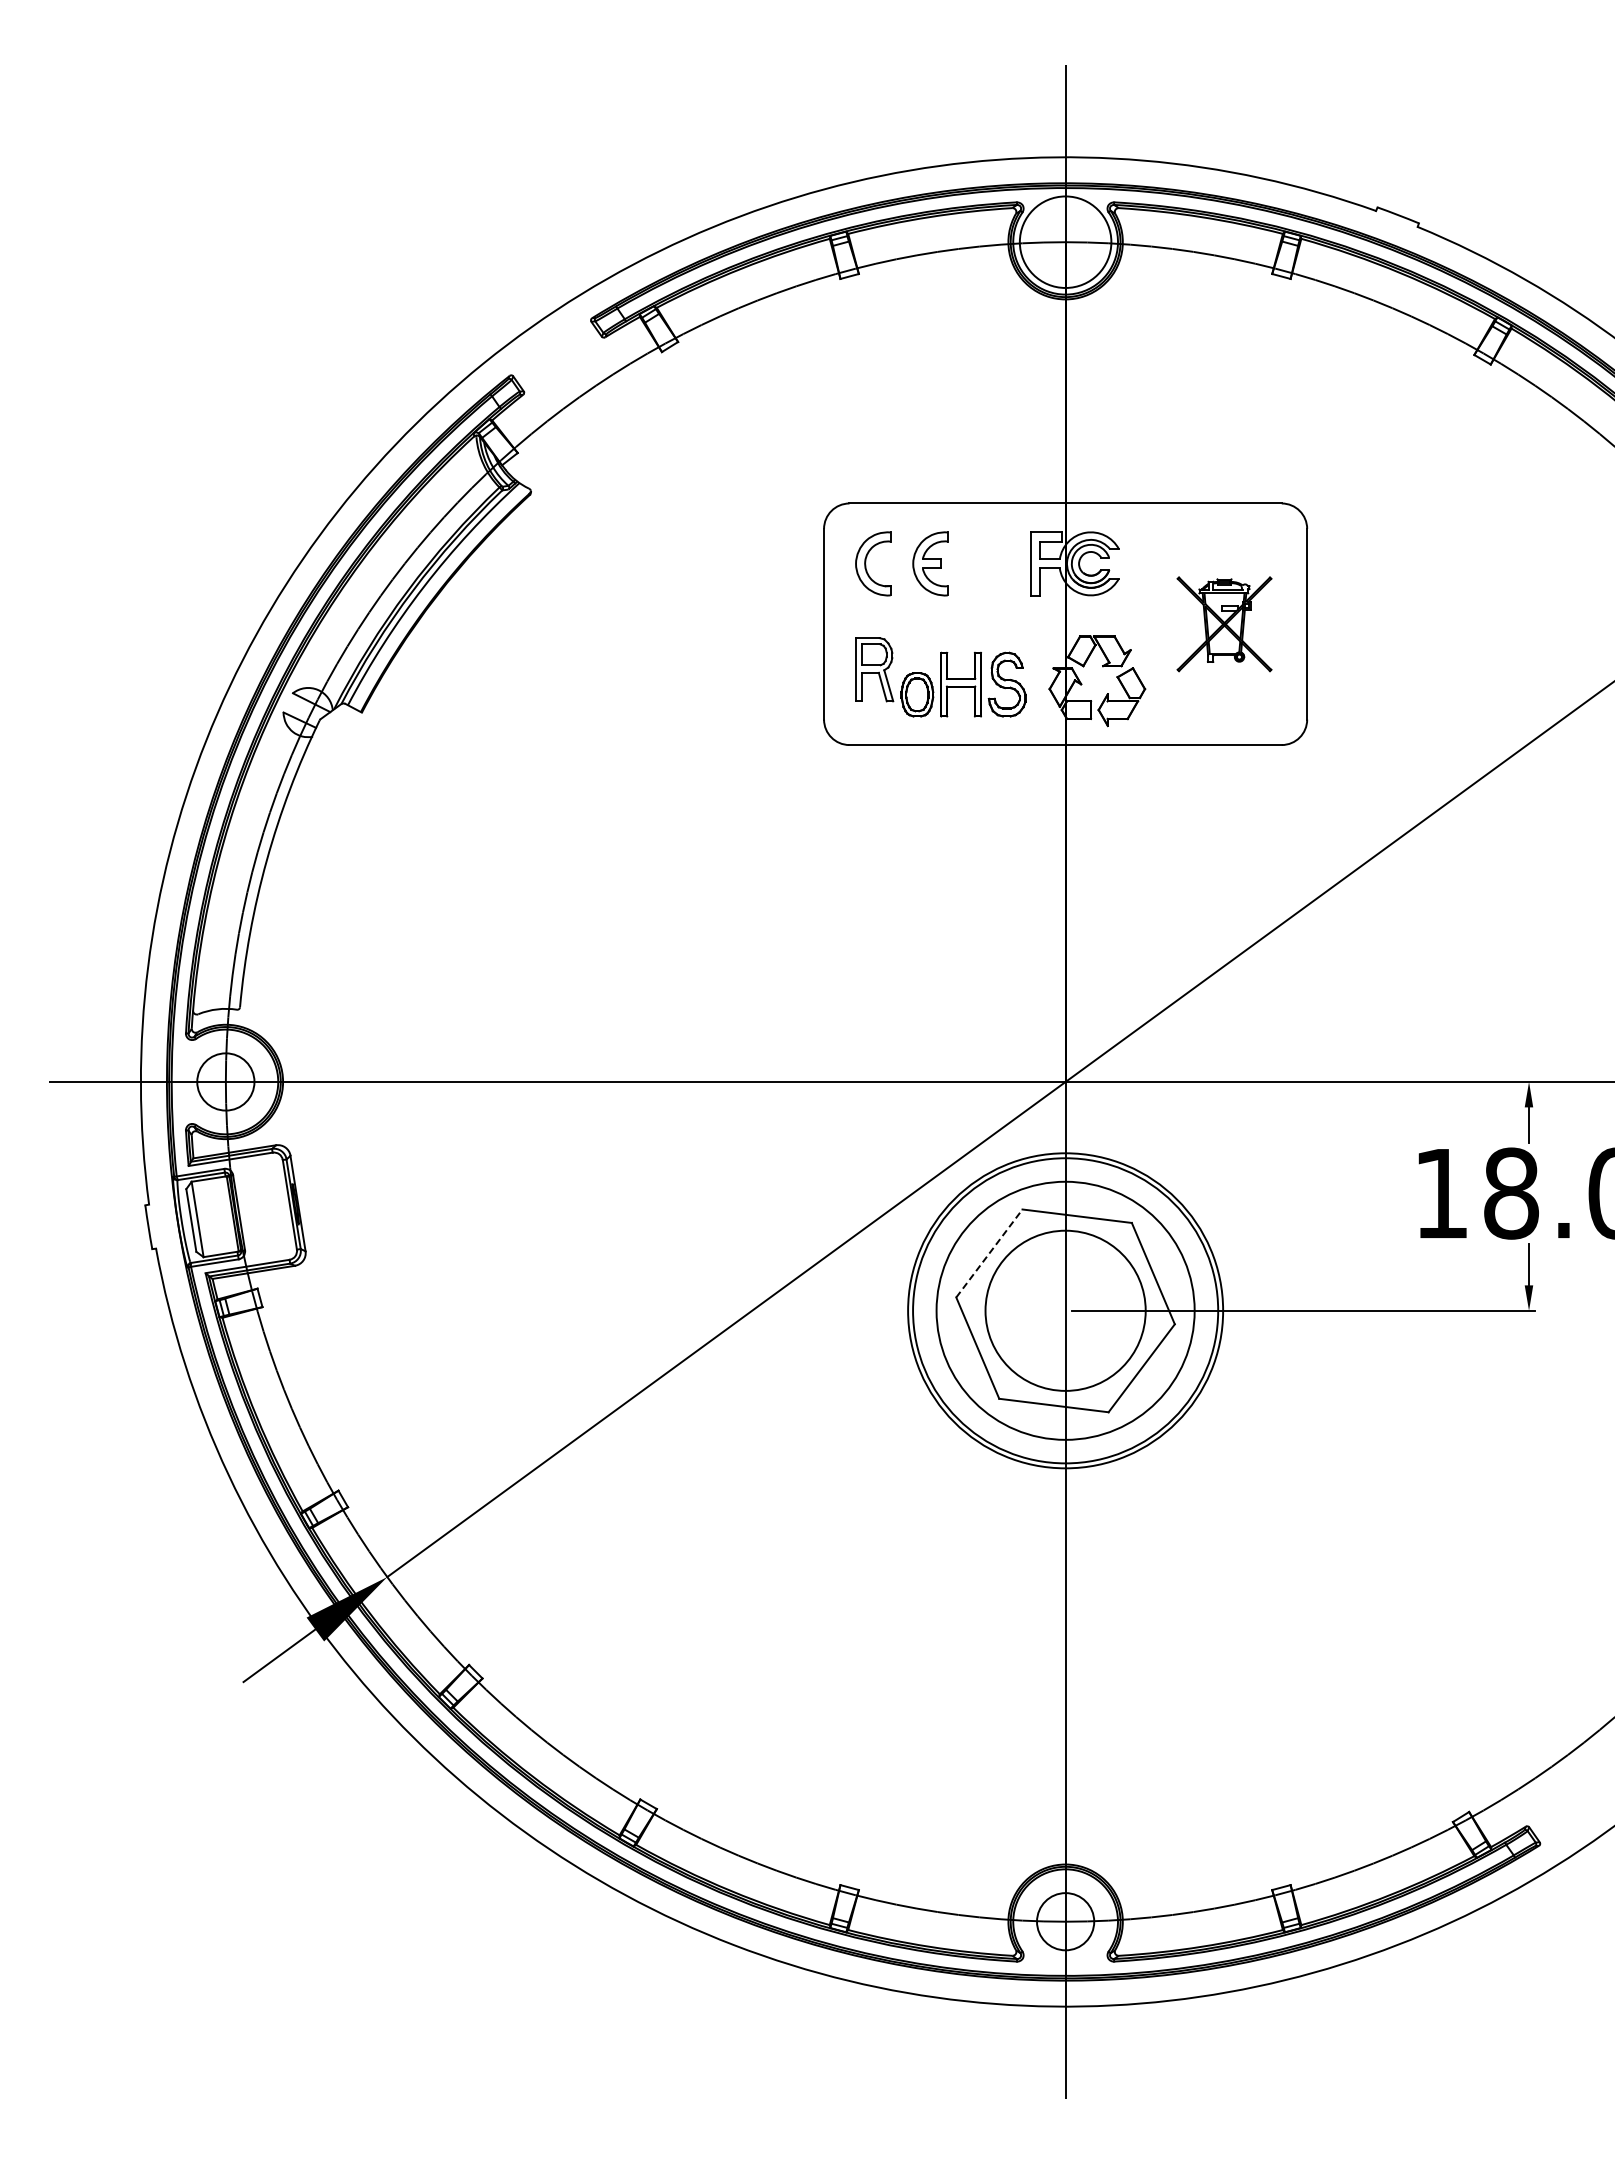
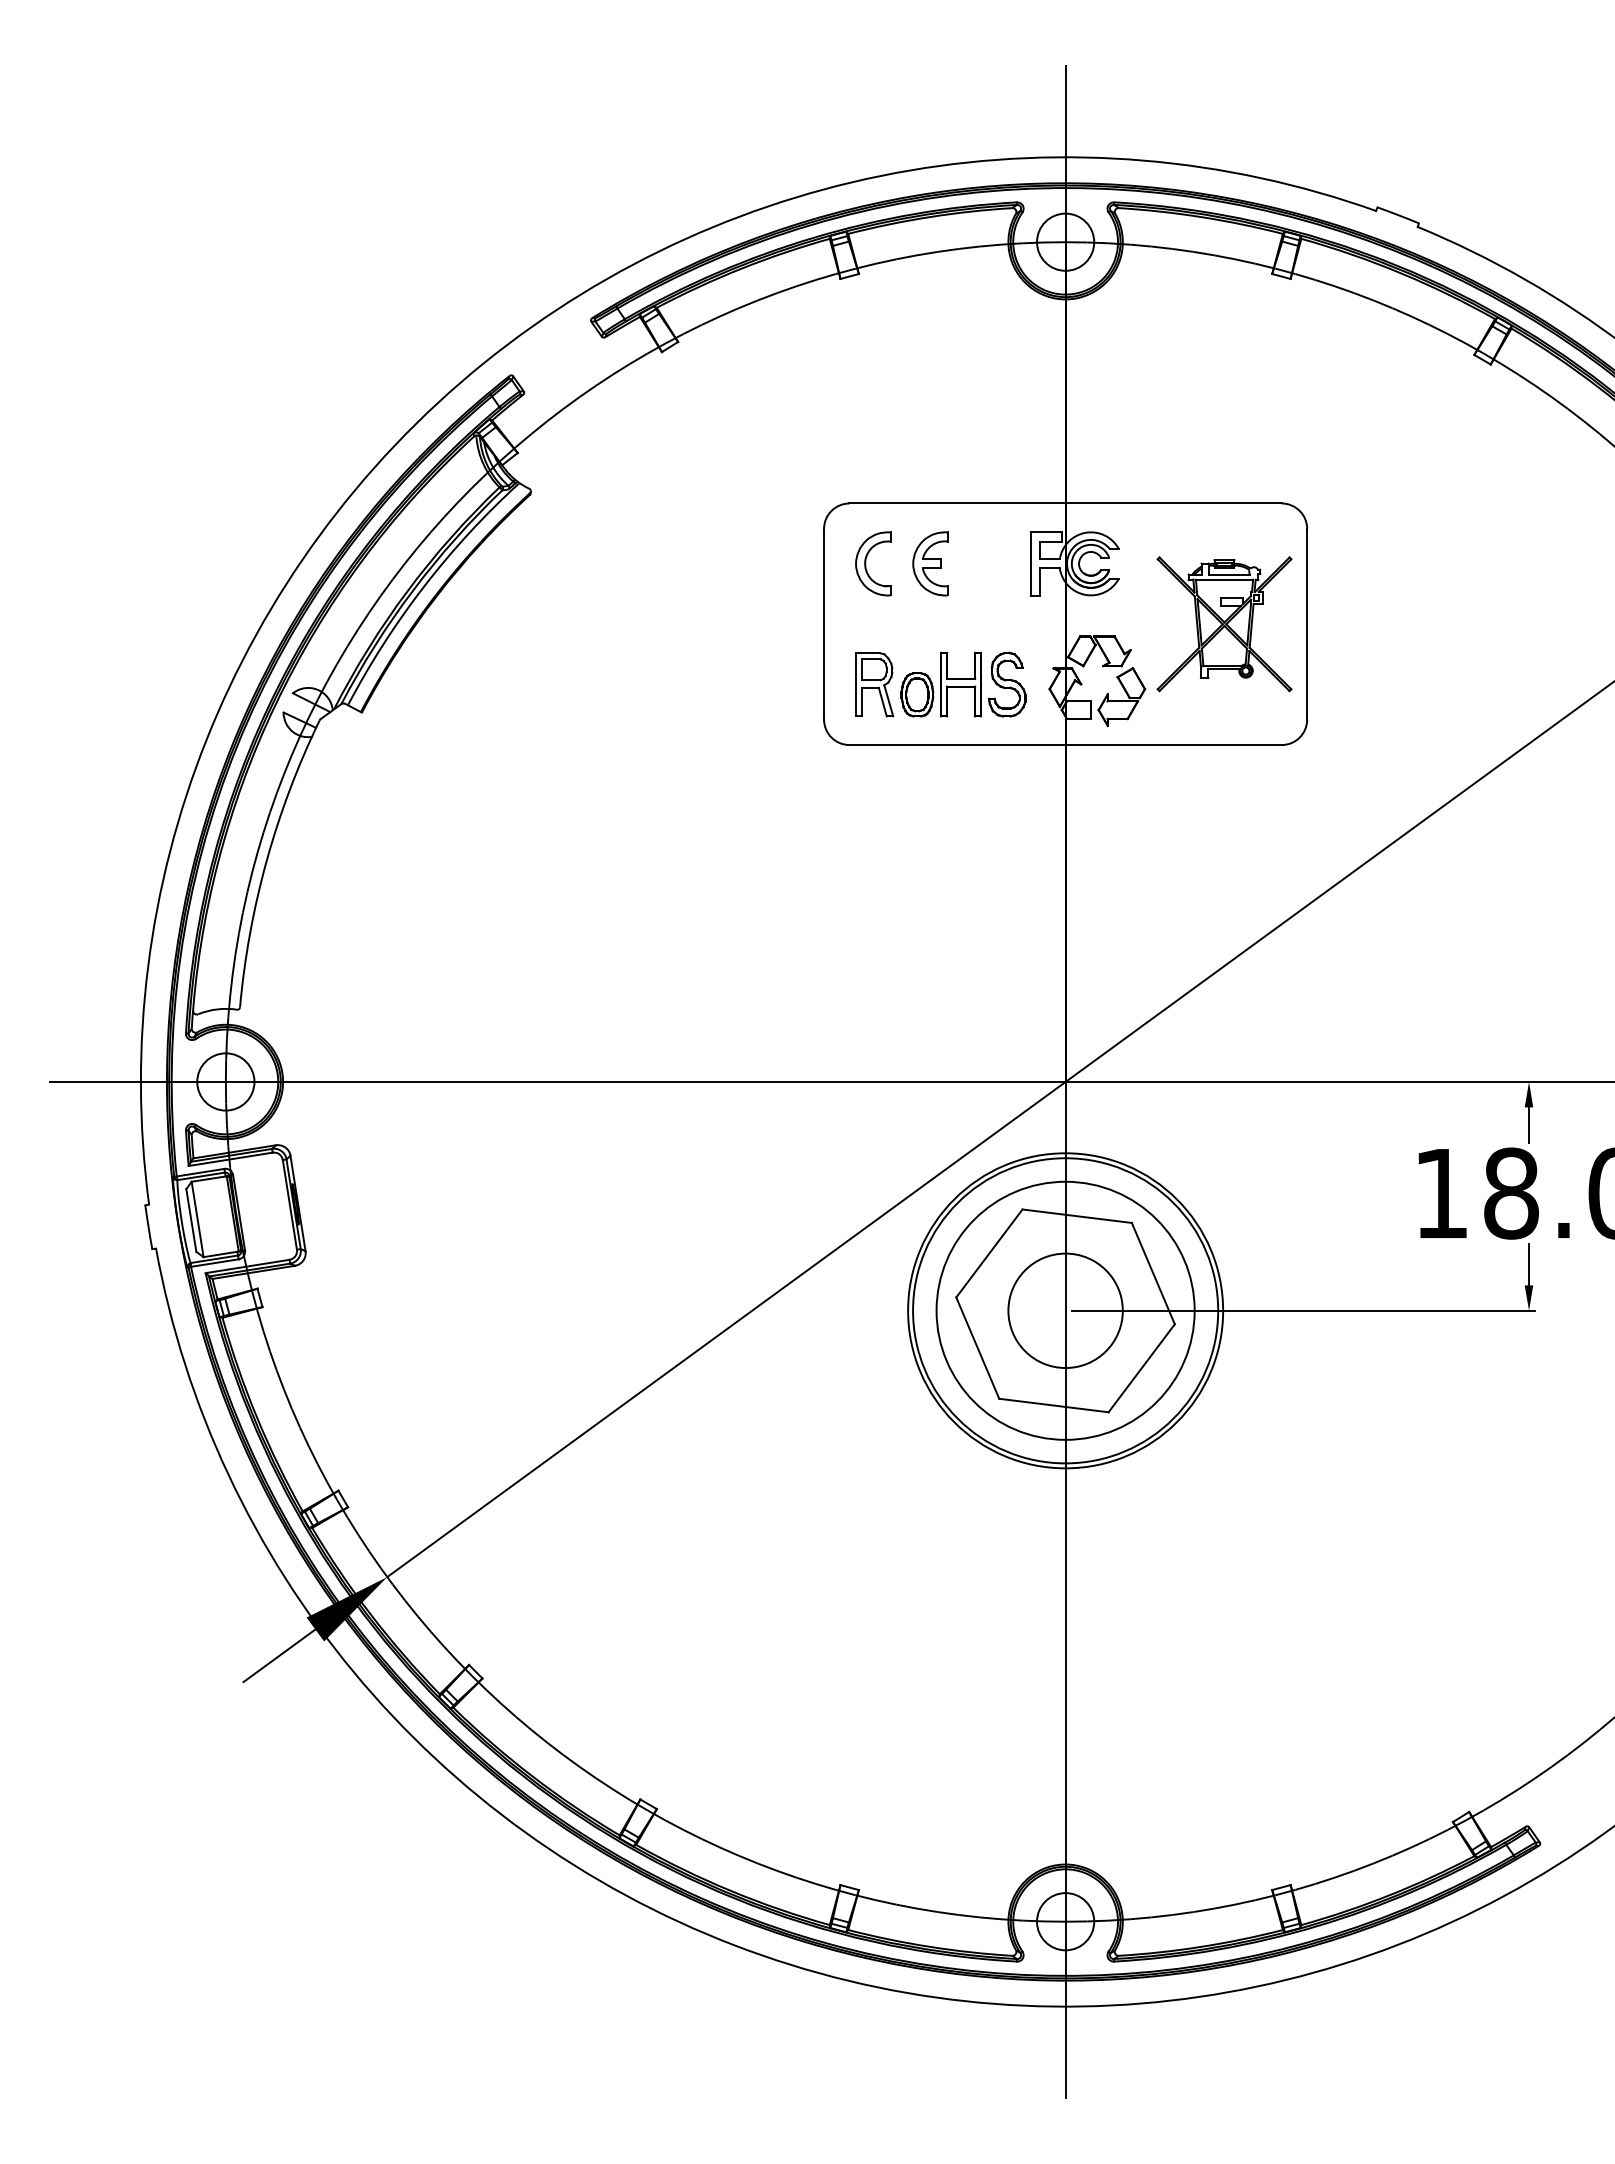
circle at (1065, 241) diameter: 92 px -> 57 px
part at (1224, 624) size: 97x97 px -> 137x137 px
part at (874, 669) position: (874, 669) -> (874, 684)
line at (989, 1253): dashed -> solid
circle at (1065, 1310) diameter: 160 px -> 114 px
